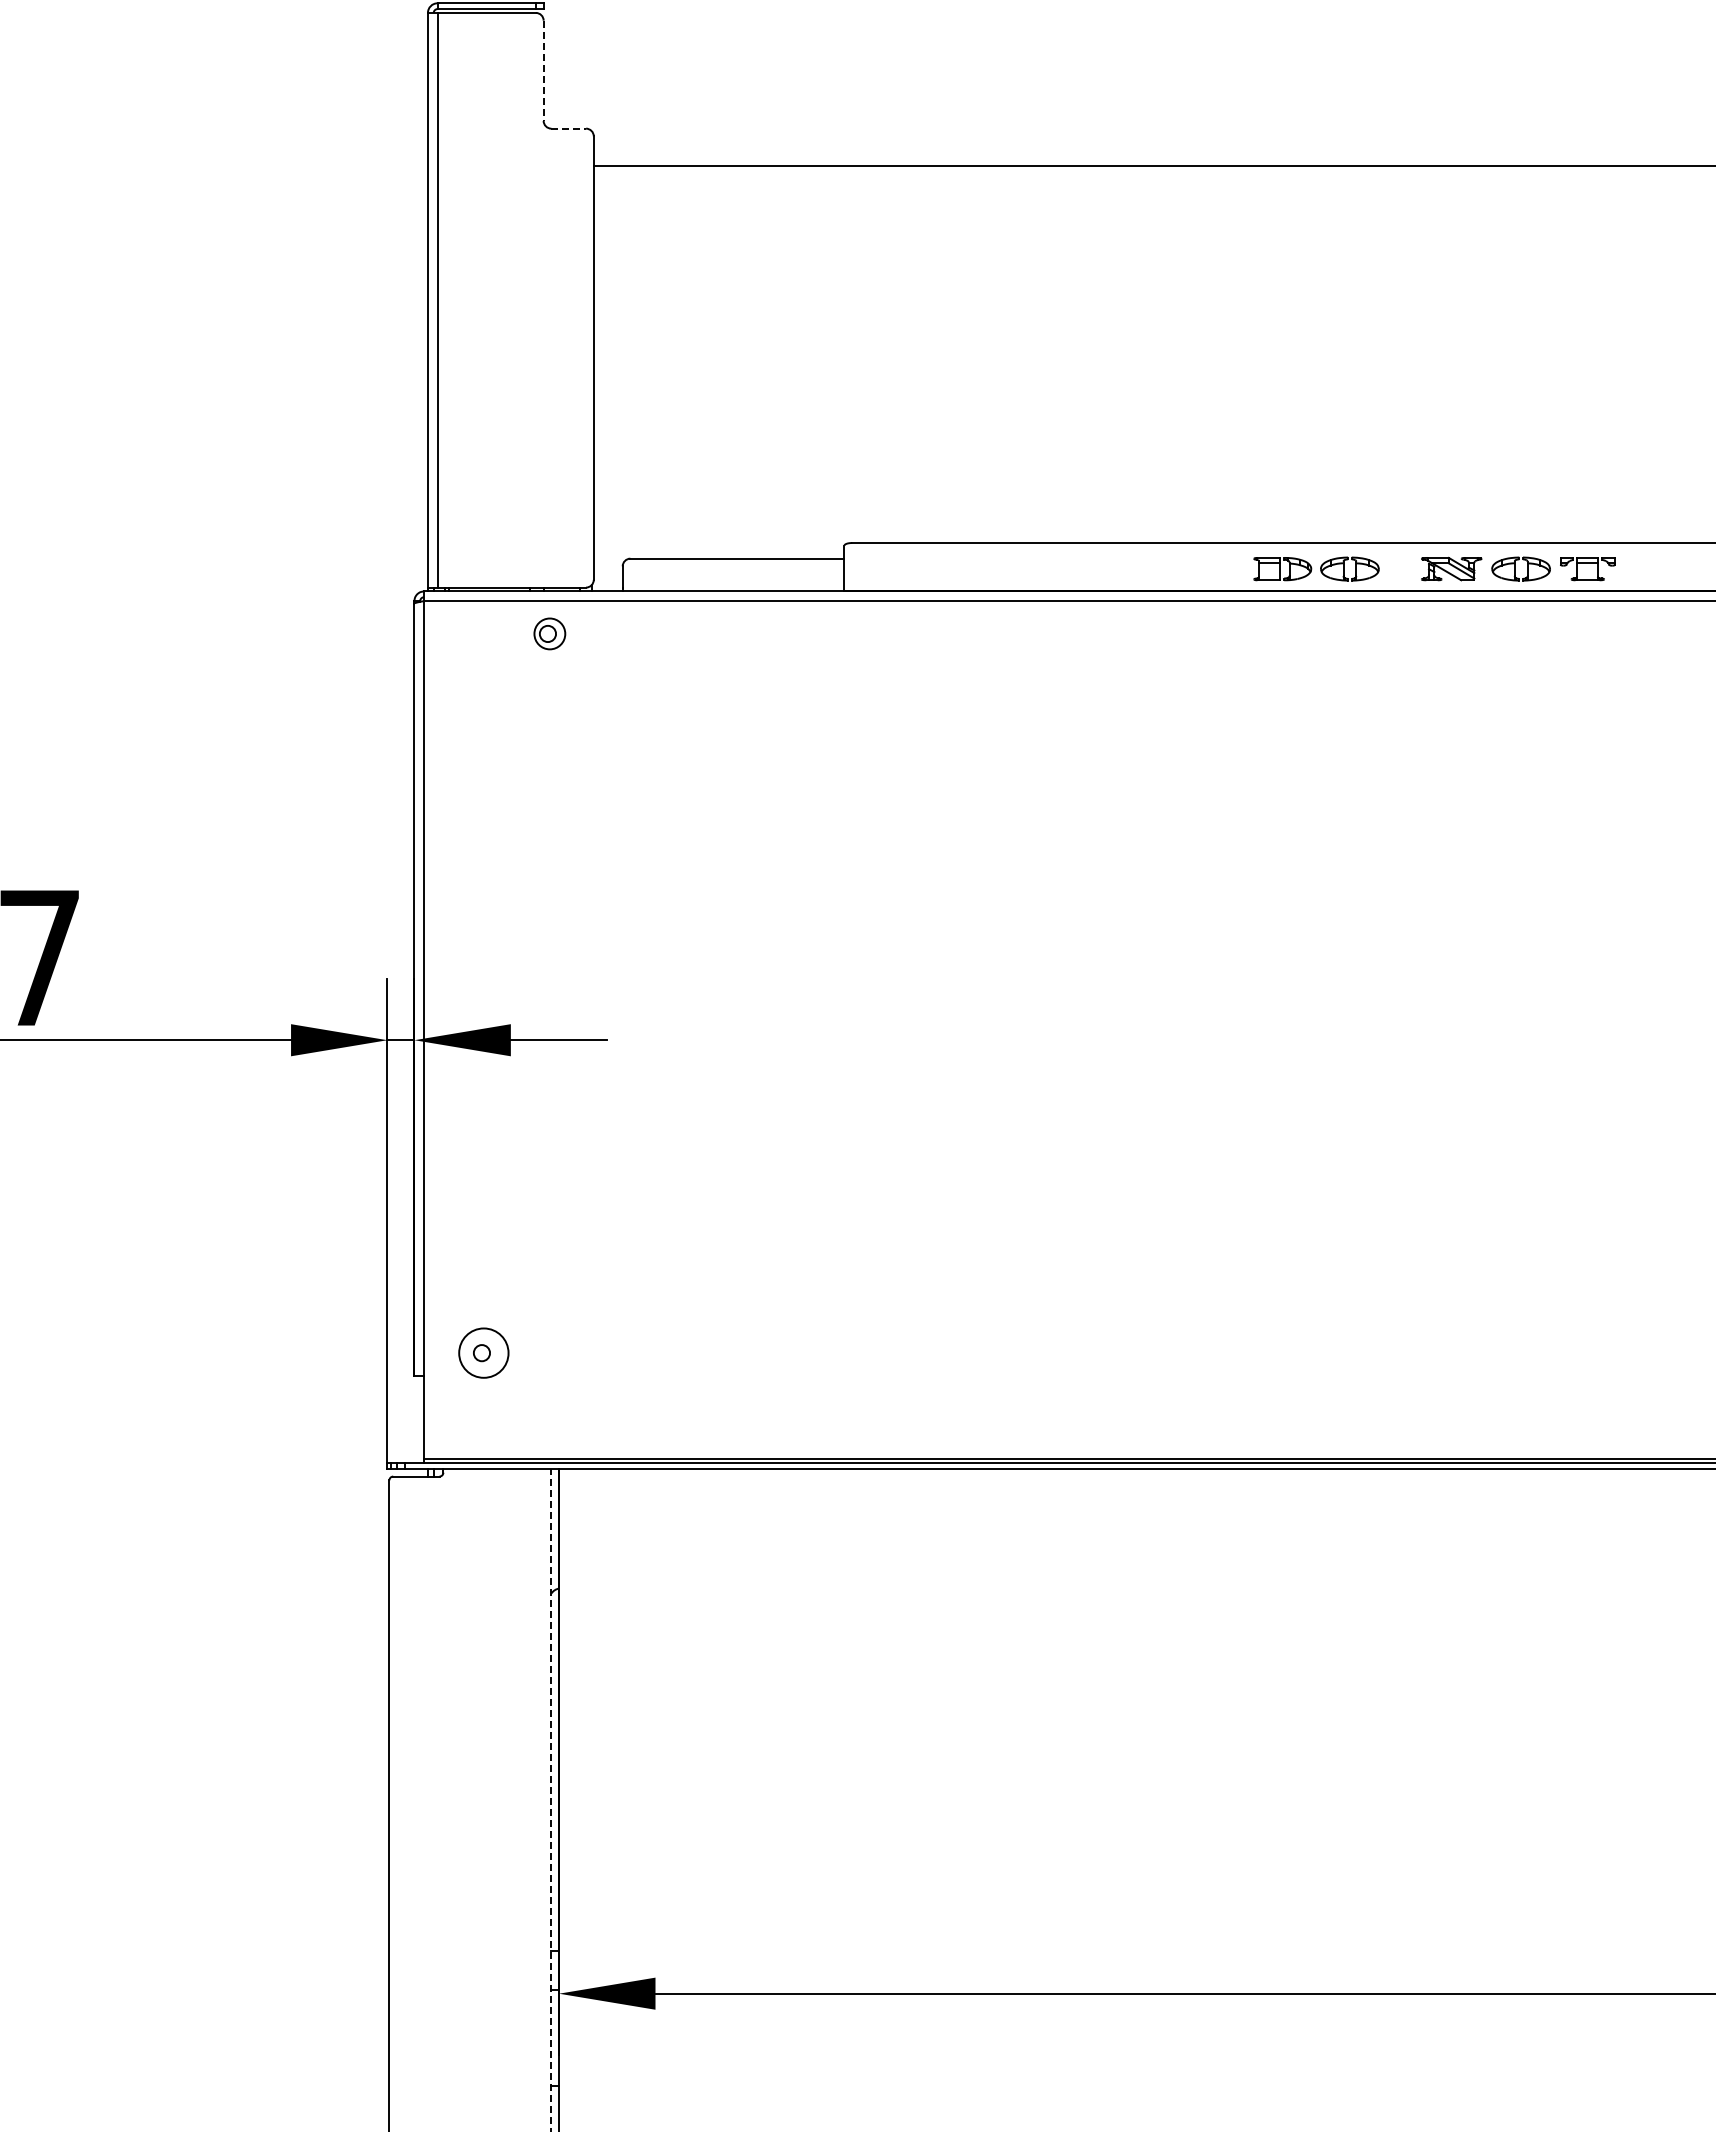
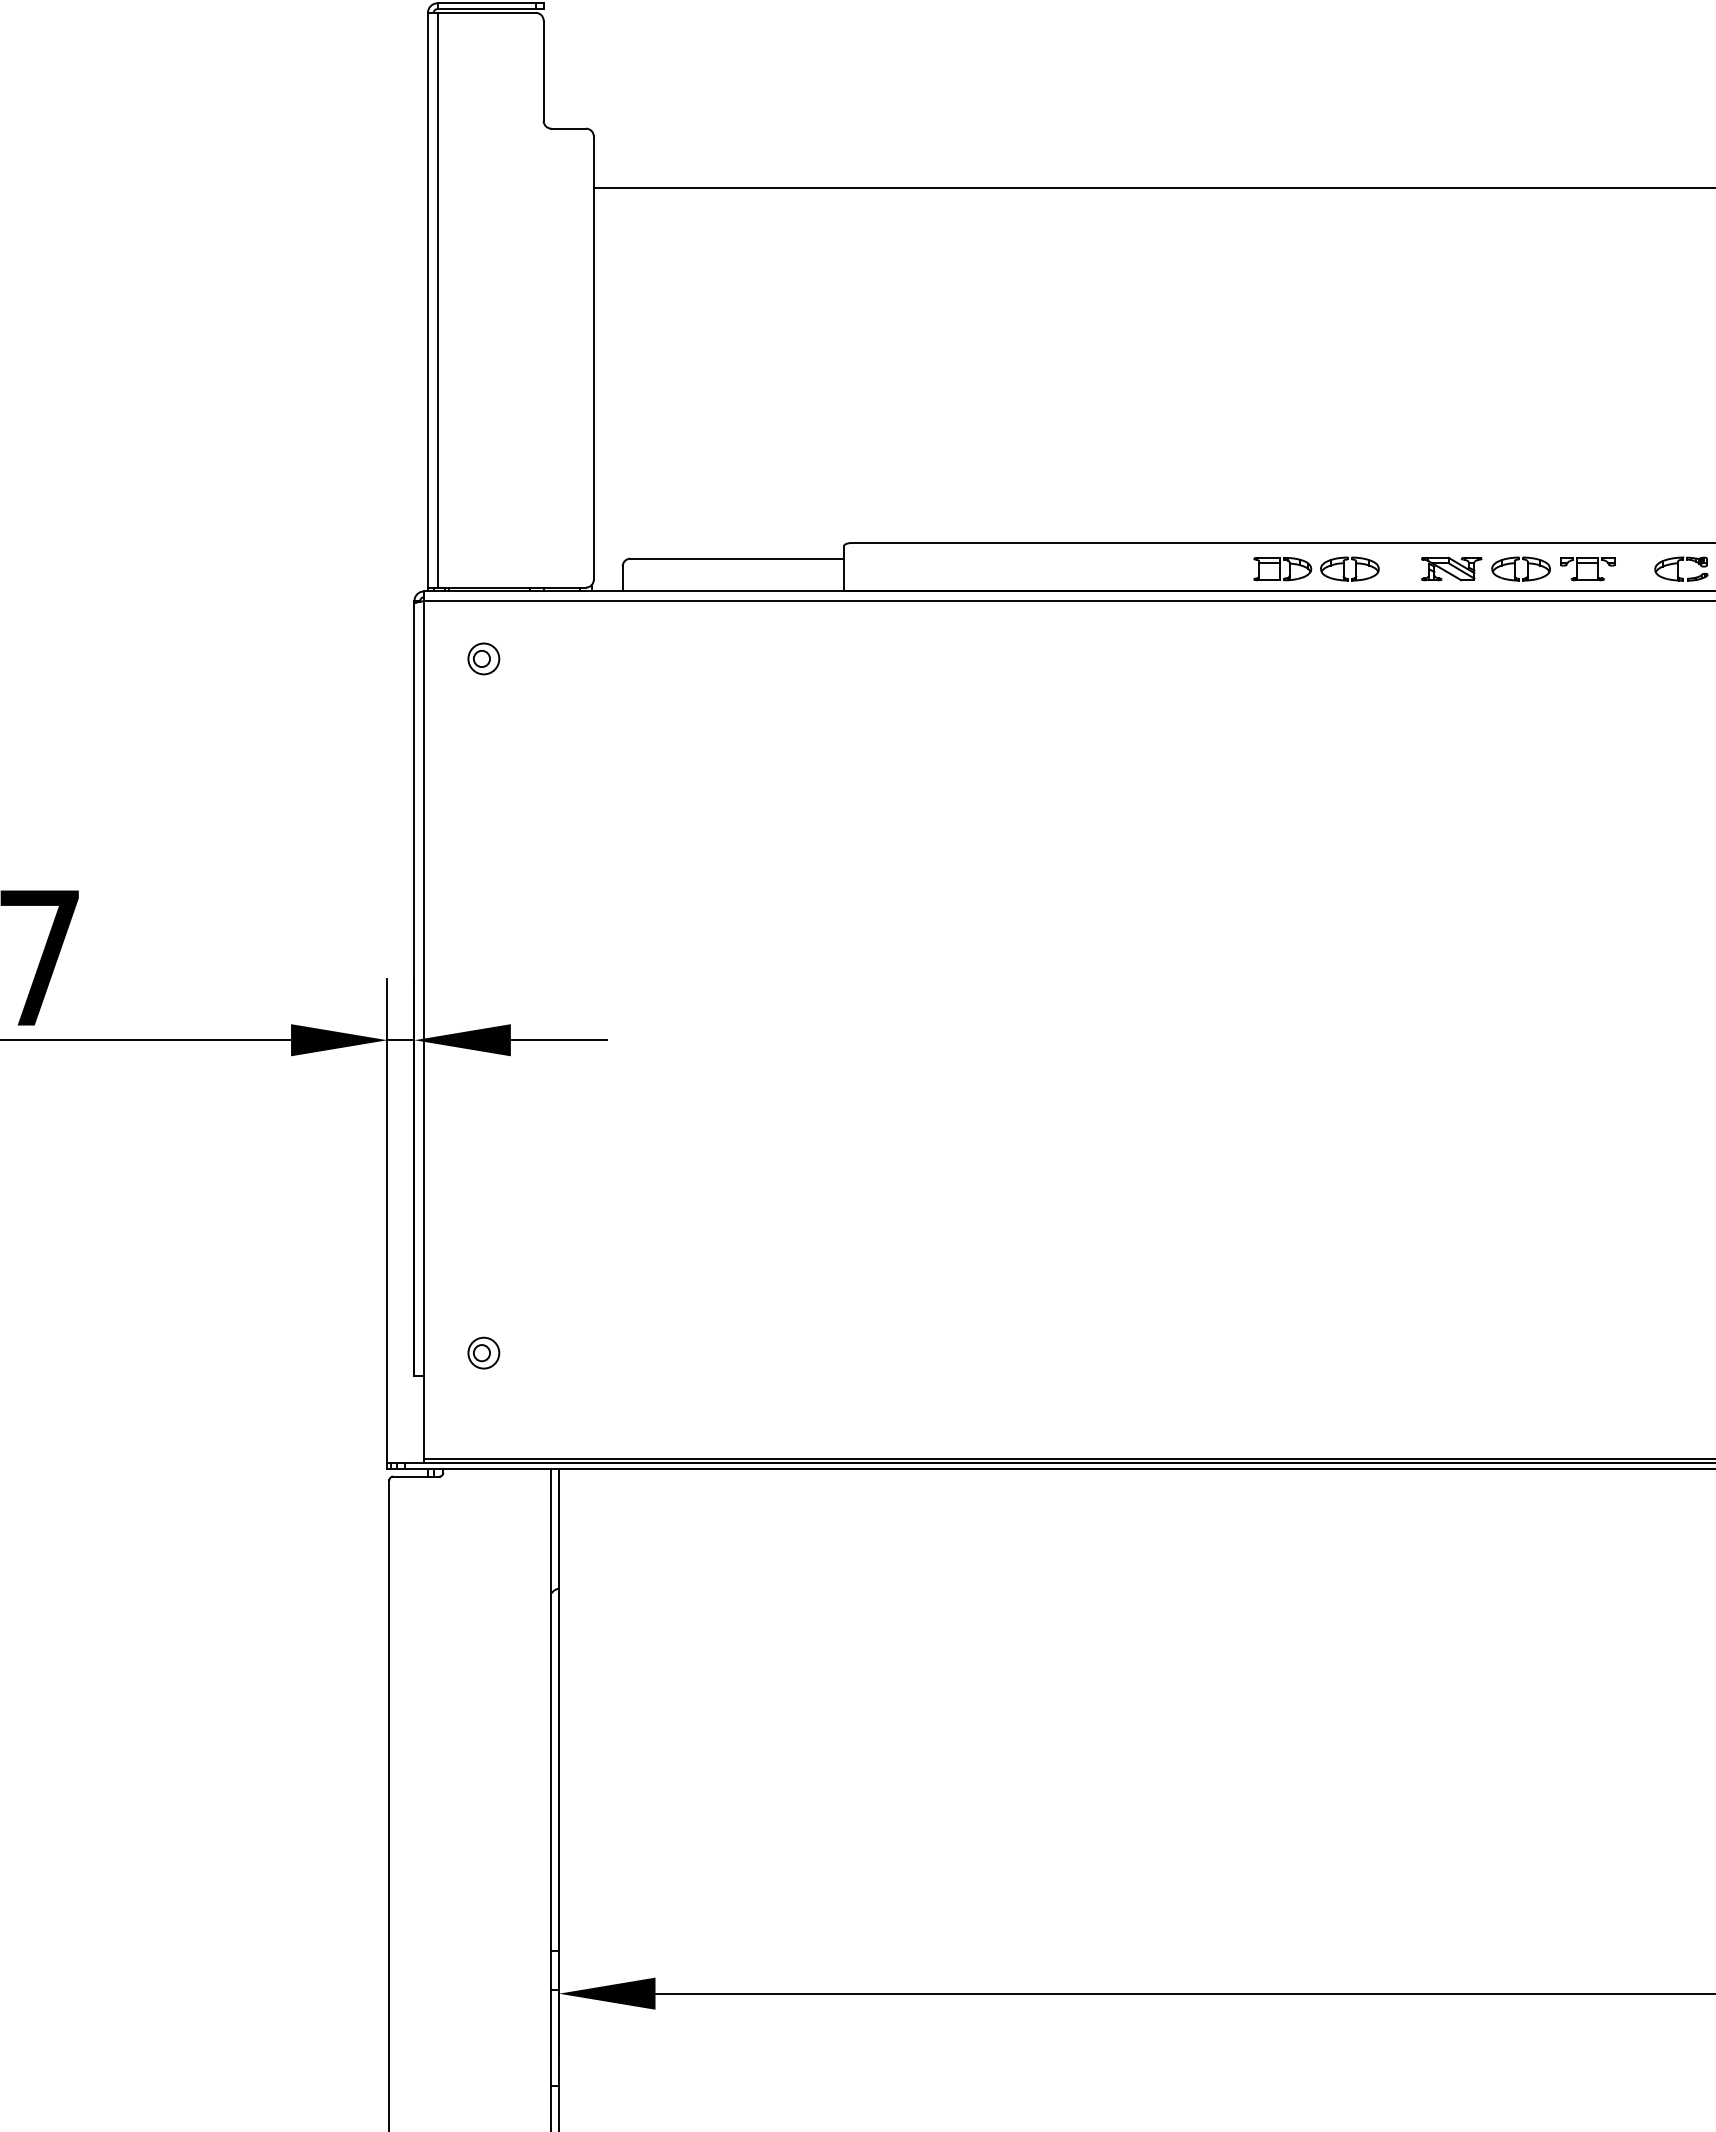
line at (543, 71): dashed -> solid
line at (569, 128): dashed -> solid
line at (1152, 166) position: (1152, 166) -> (1152, 188)
part at (1681, 568): none -> present
part at (549, 633) position: (549, 633) -> (483, 658)
circle at (483, 1352) diameter: 49 px -> 31 px
line at (551, 1799): dashed -> solid
